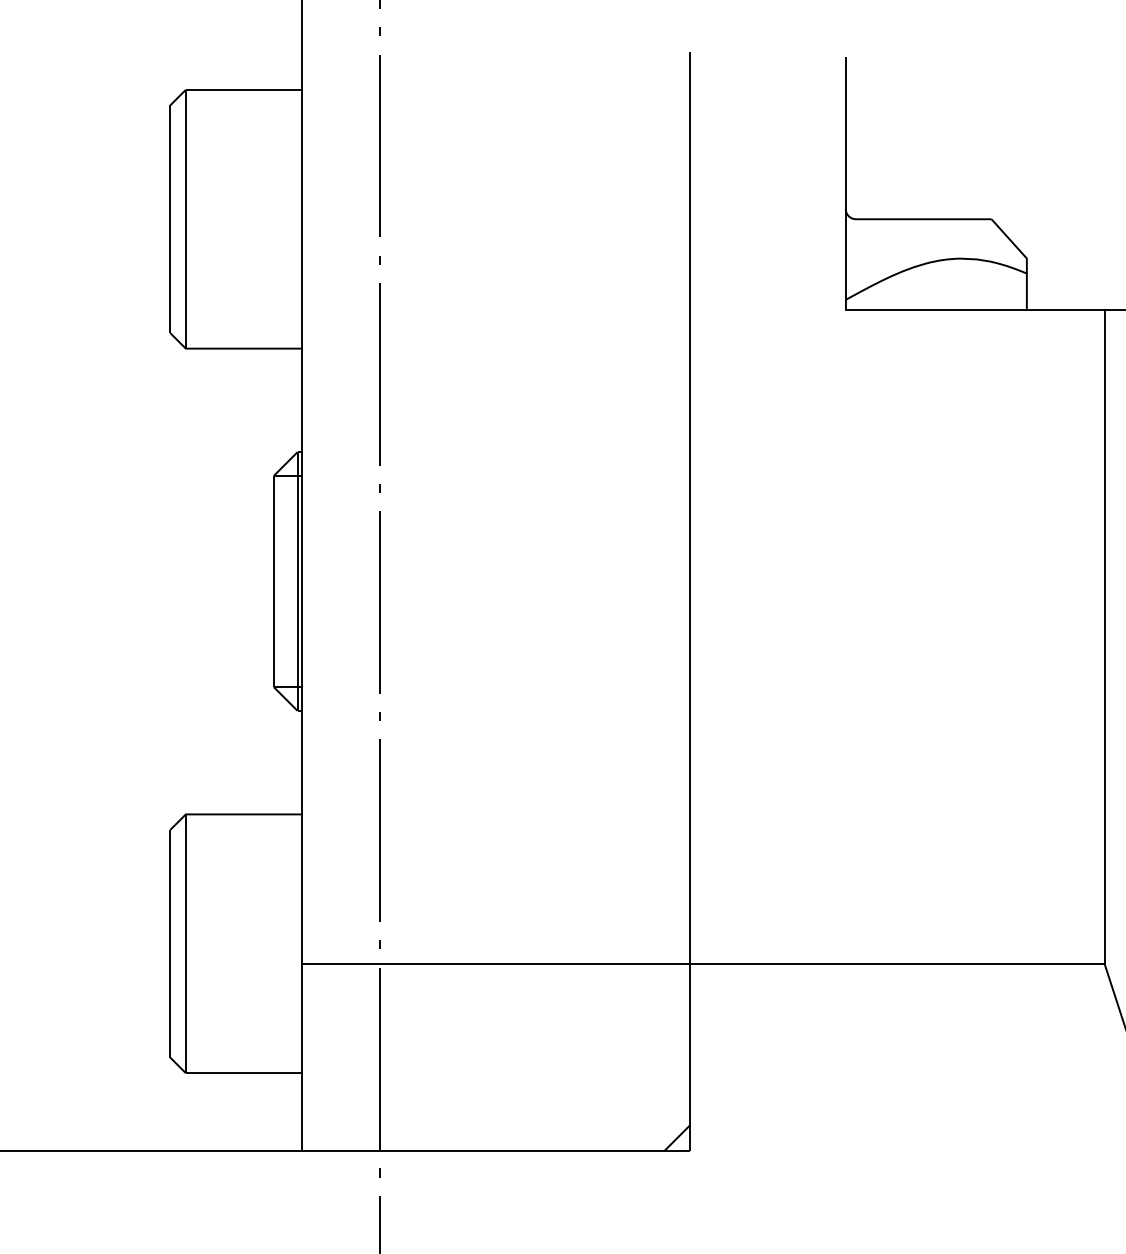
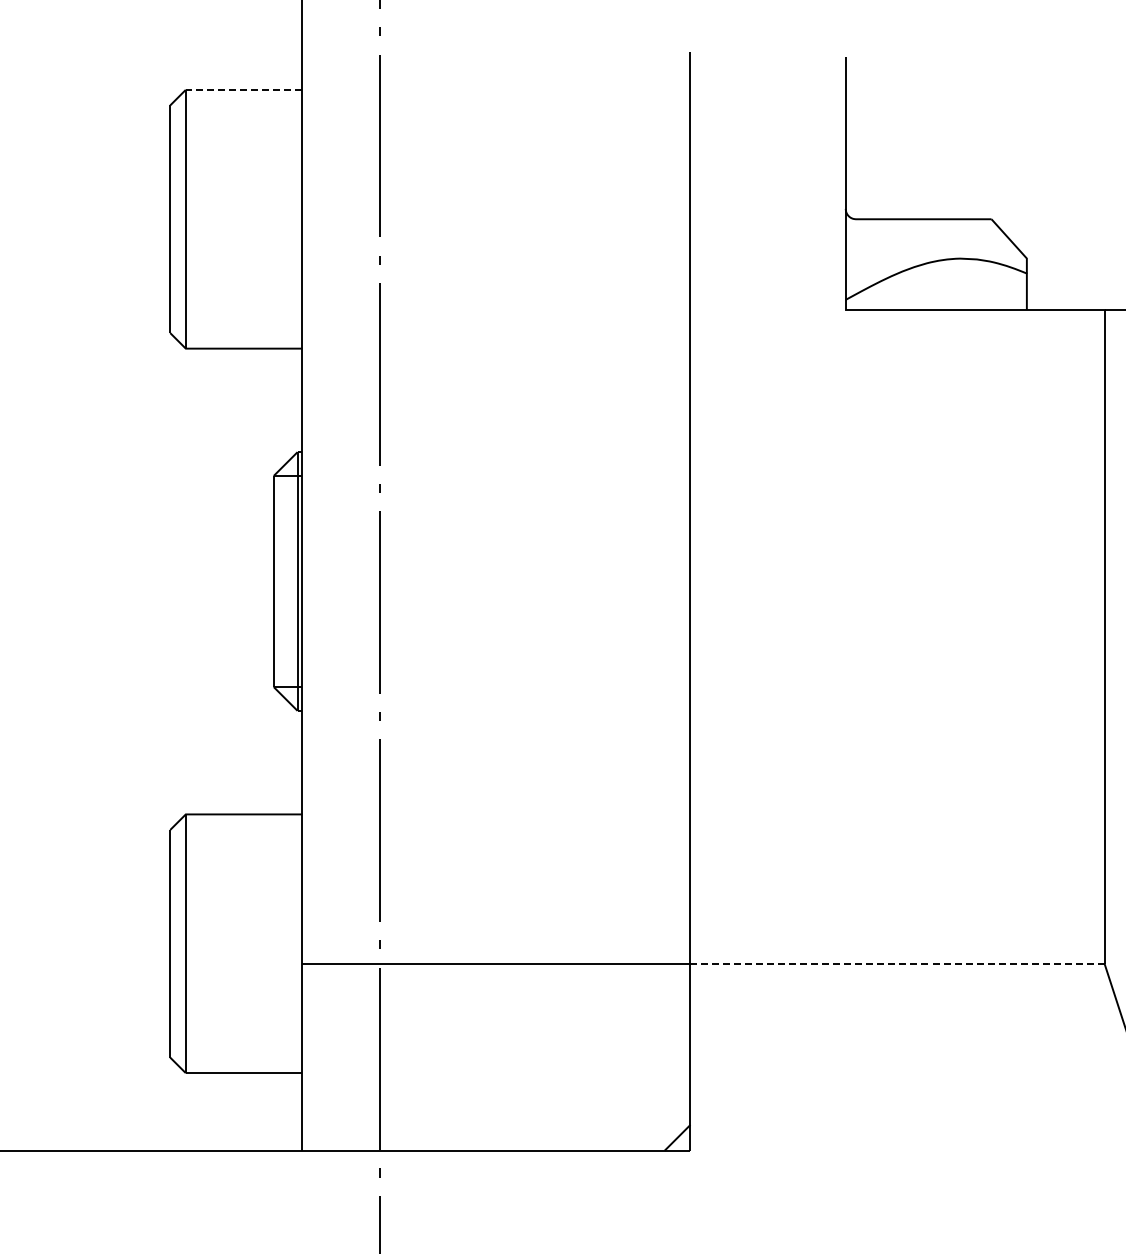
line at (243, 89): solid -> dashed
line at (896, 963): solid -> dashed
